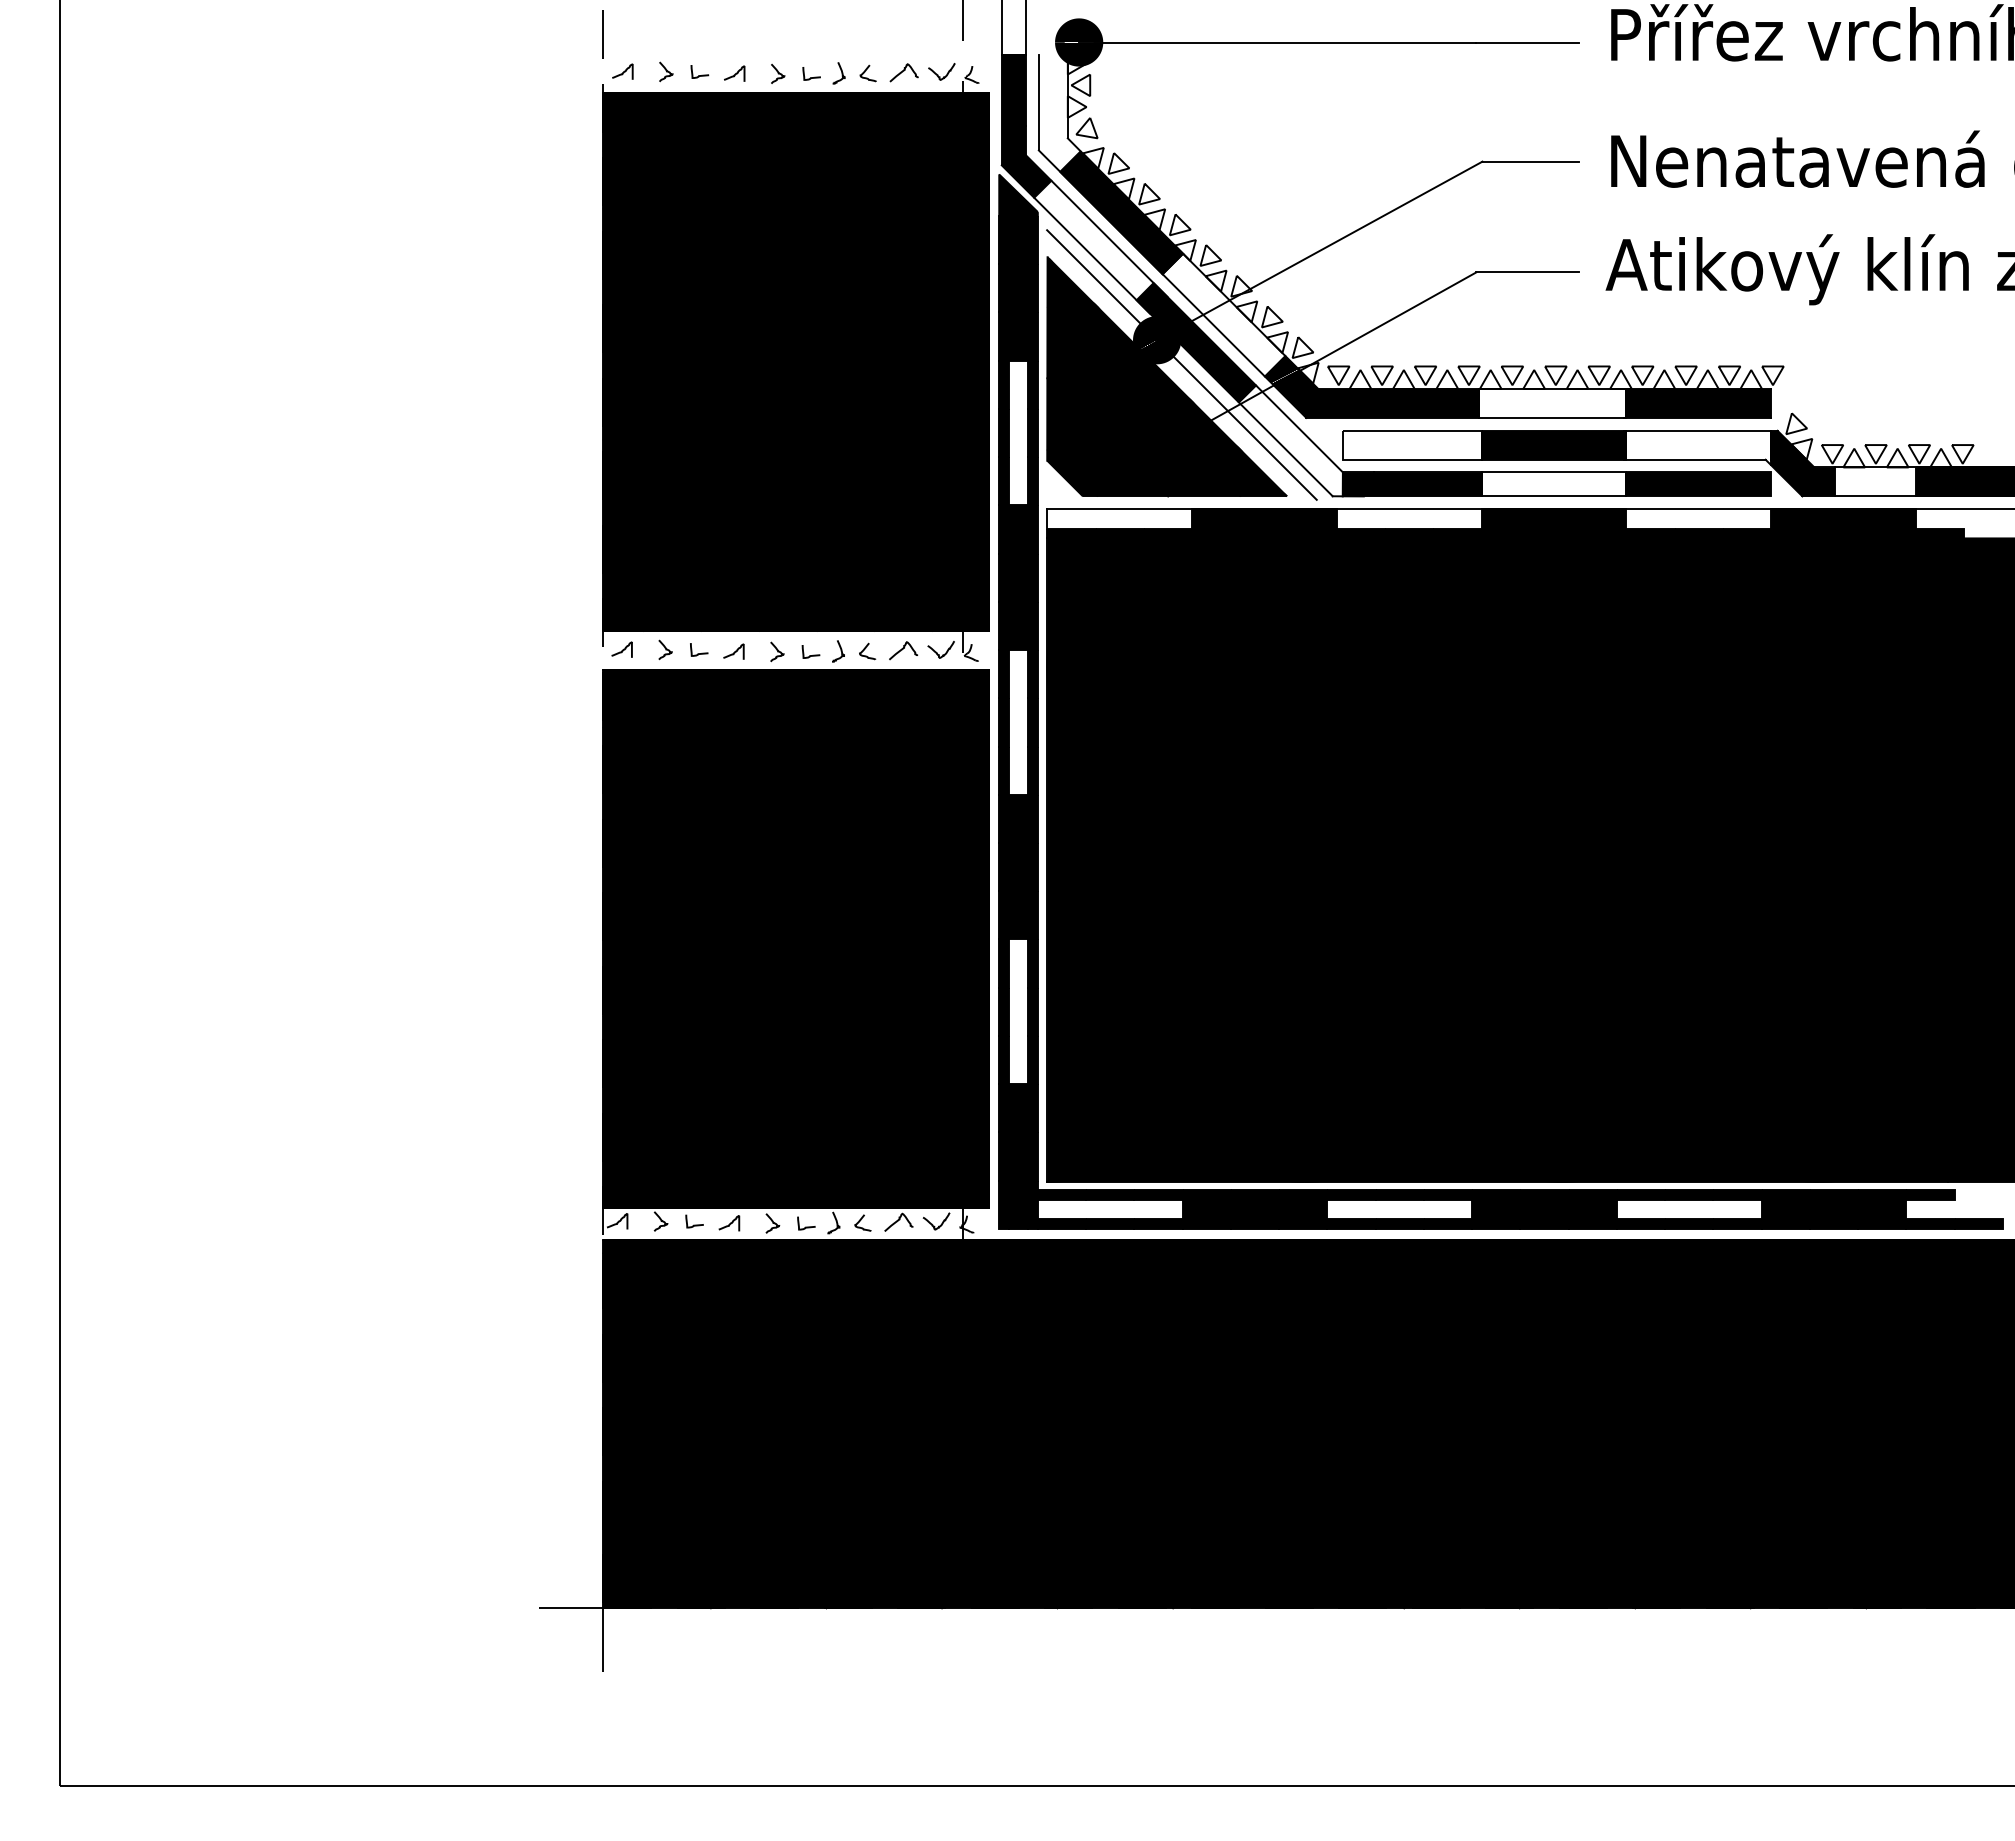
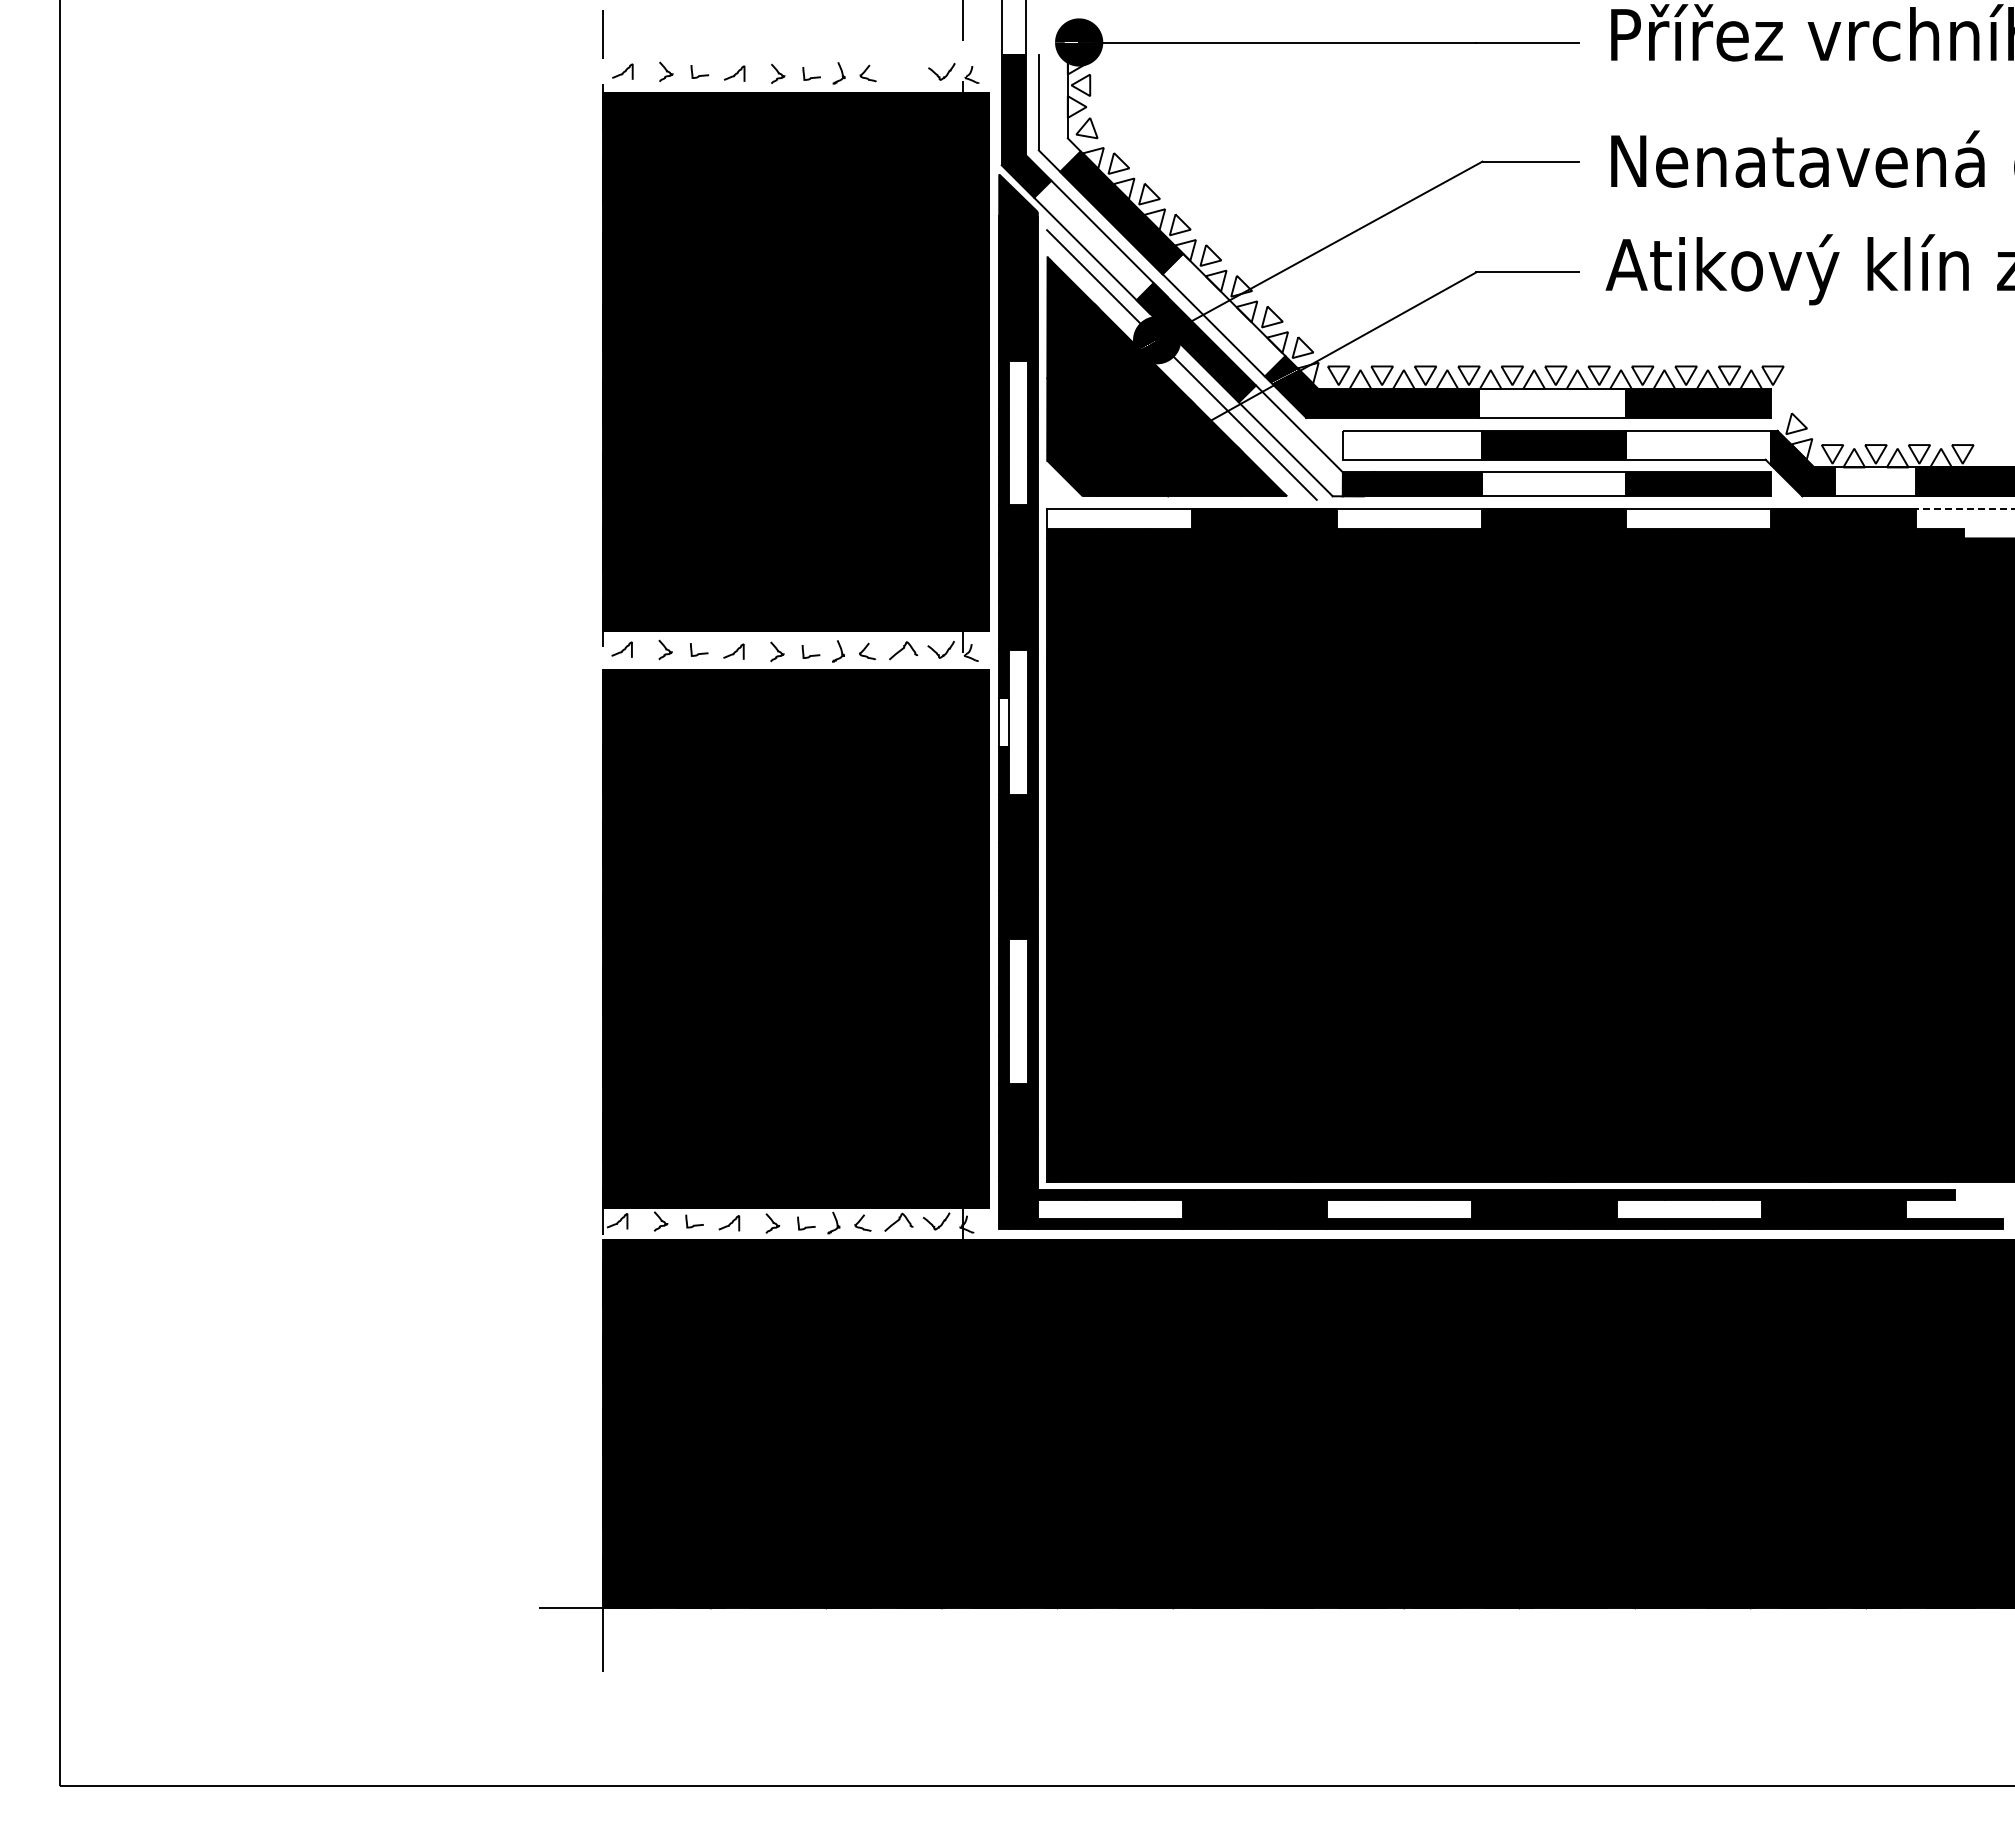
curve at (903, 71): present -> none
line at (1964, 509): solid -> dashed
fill at (1003, 722): present -> none
